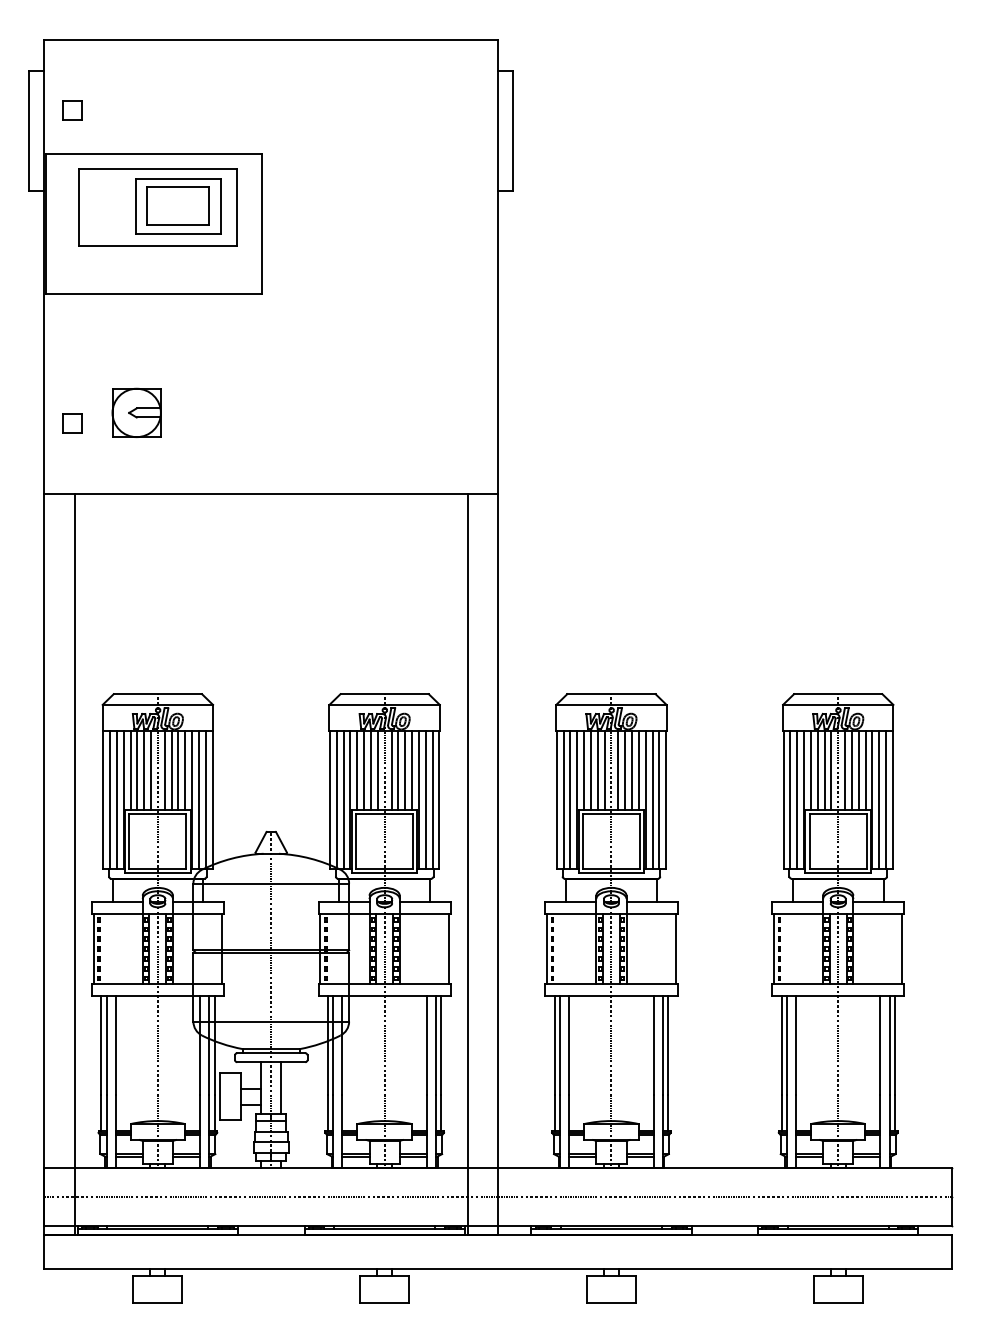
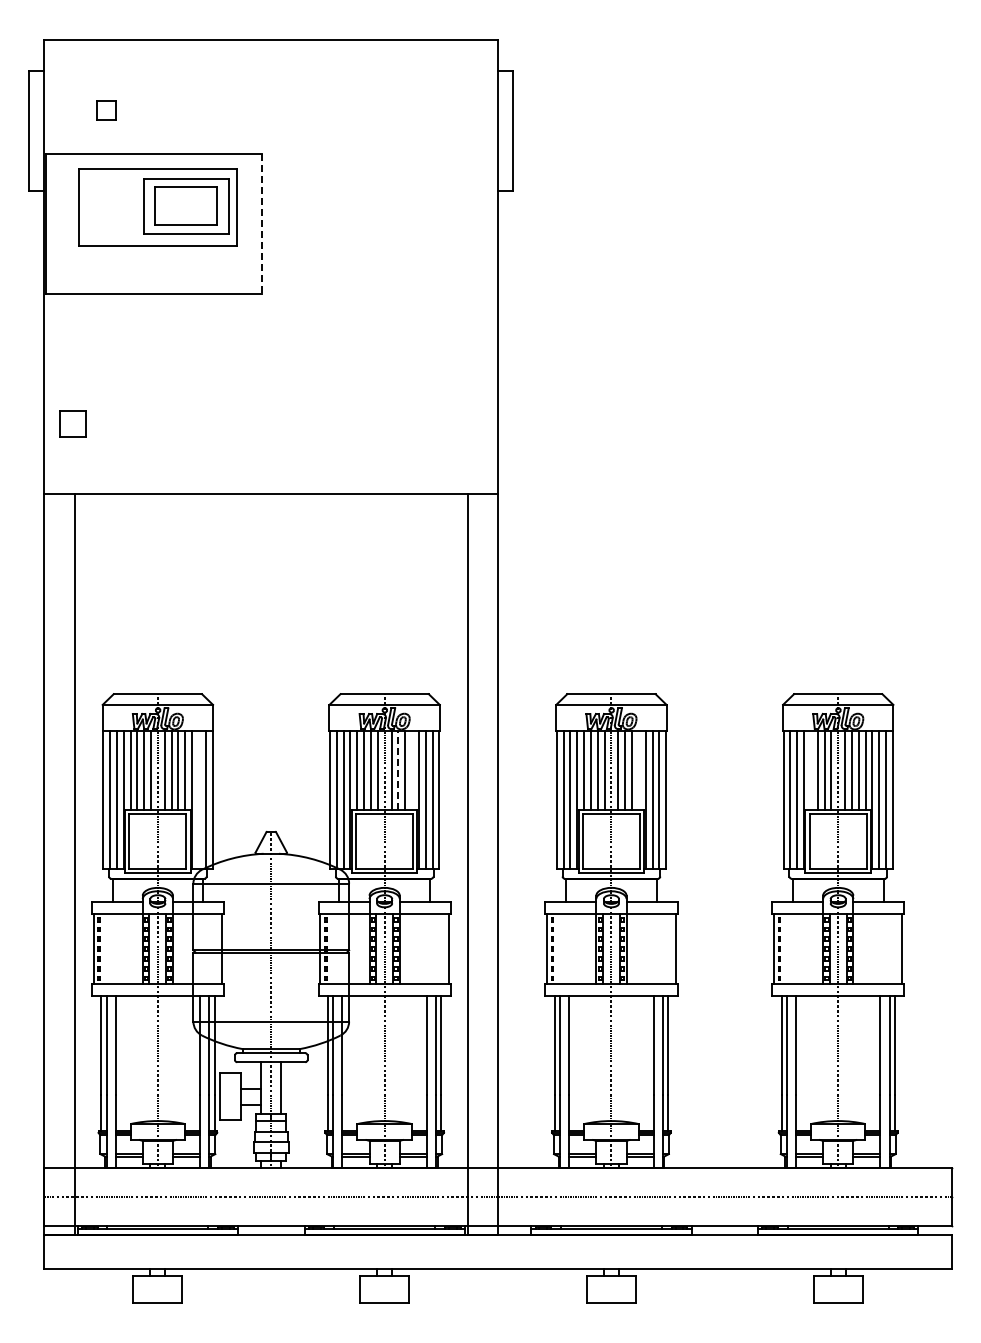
part at (72, 110) position: (72, 110) -> (106, 110)
part at (178, 206) position: (178, 206) -> (186, 206)
line at (262, 223): solid -> dashed
part at (136, 412): present -> none
part at (72, 423) size: 21x21 px -> 28x28 px
line at (398, 770): solid -> dashed
line at (412, 770): present -> none
line at (638, 770): present -> none
line at (810, 770): present -> none
line at (198, 800): present -> none
